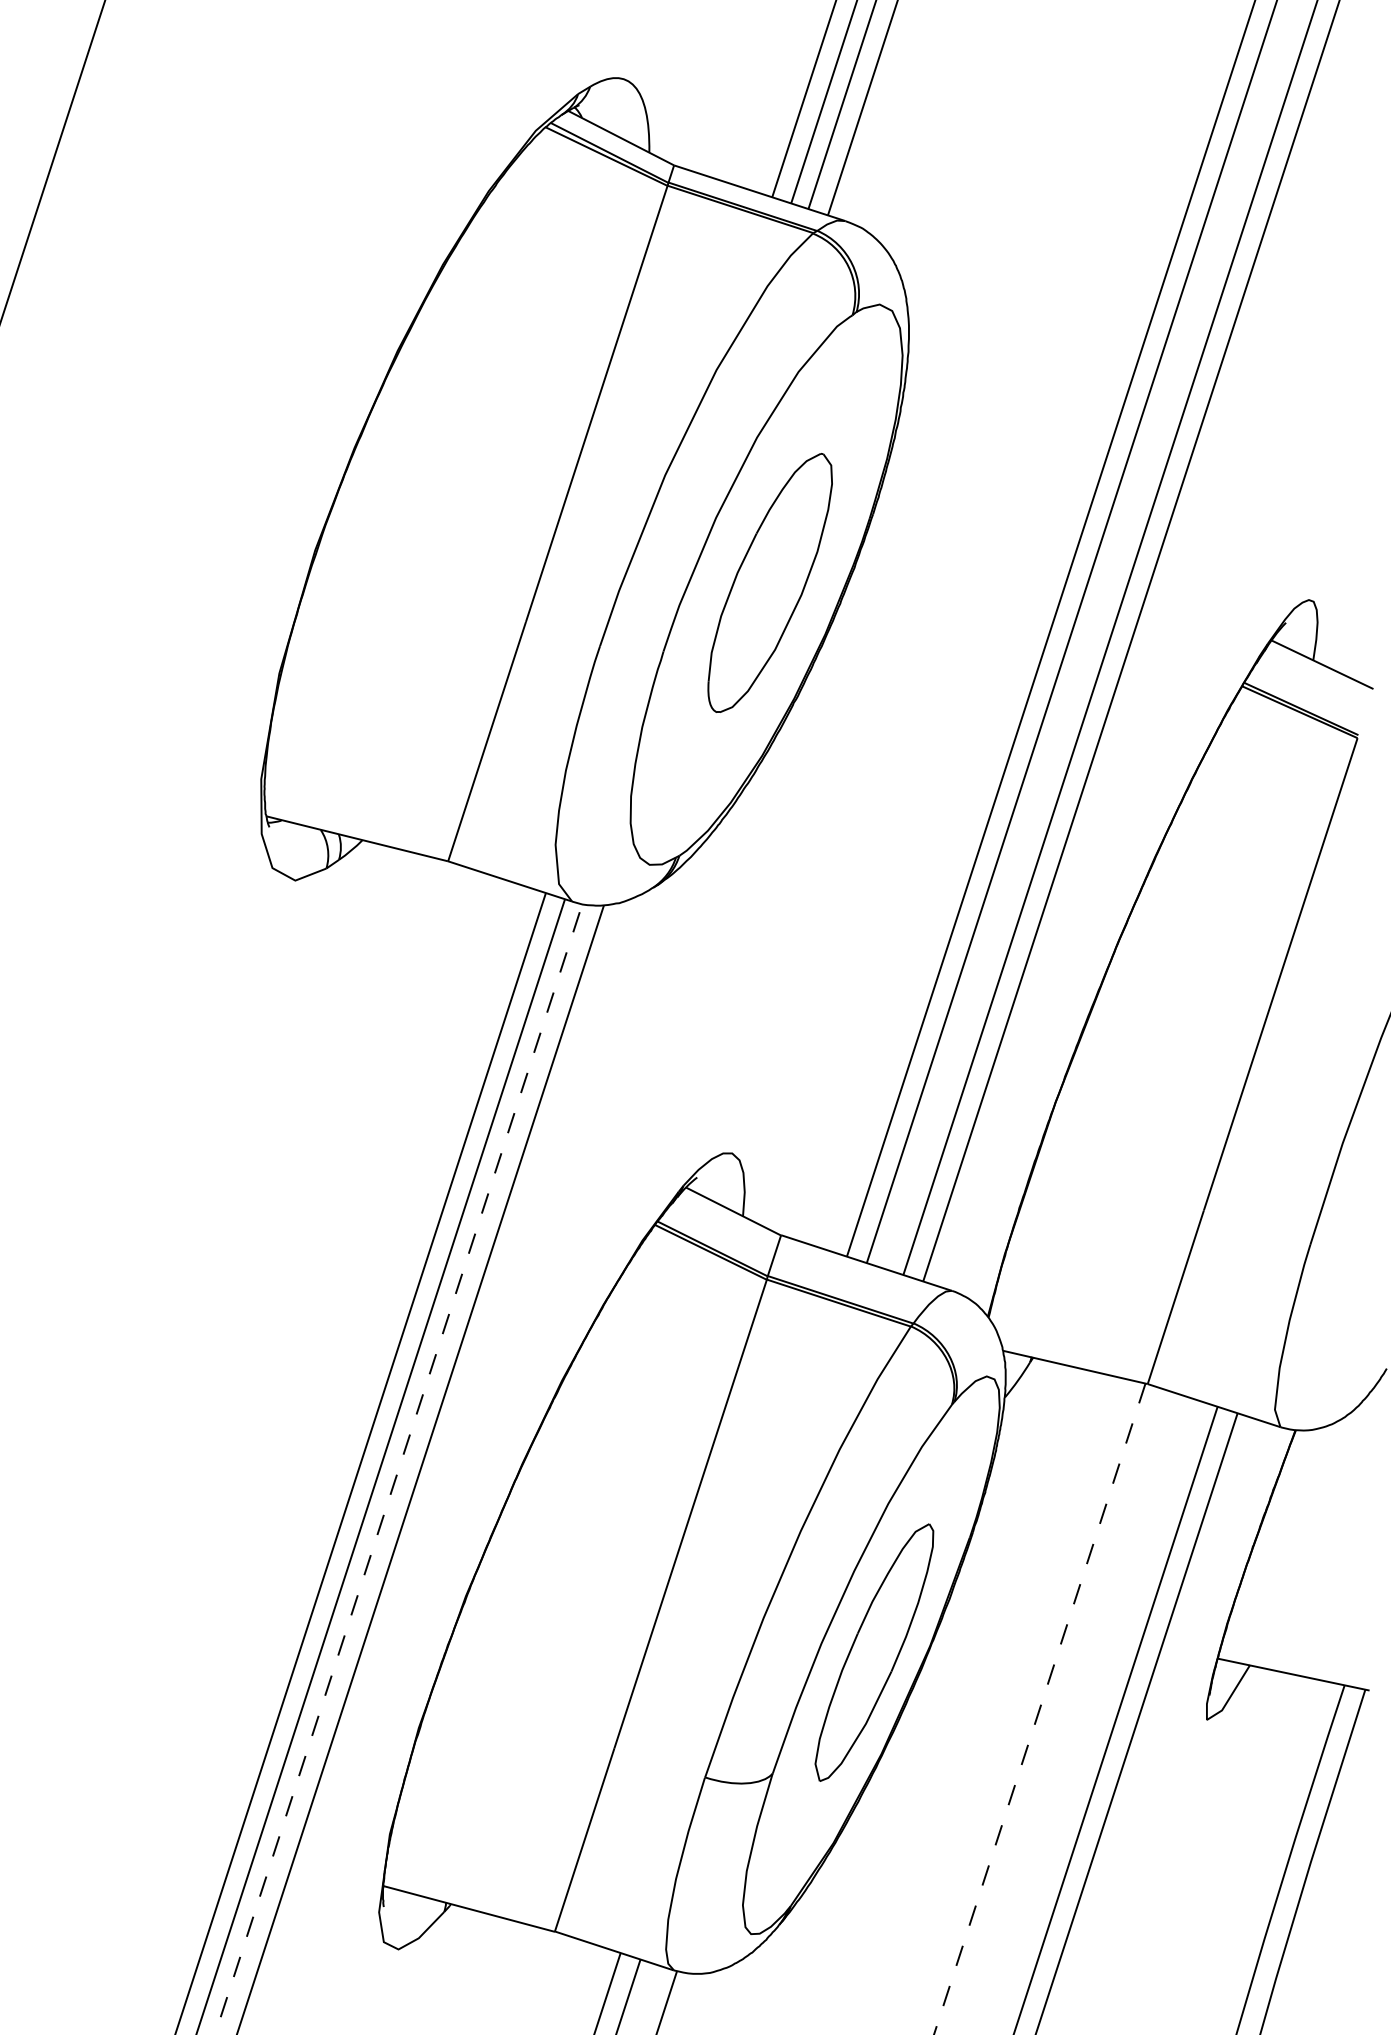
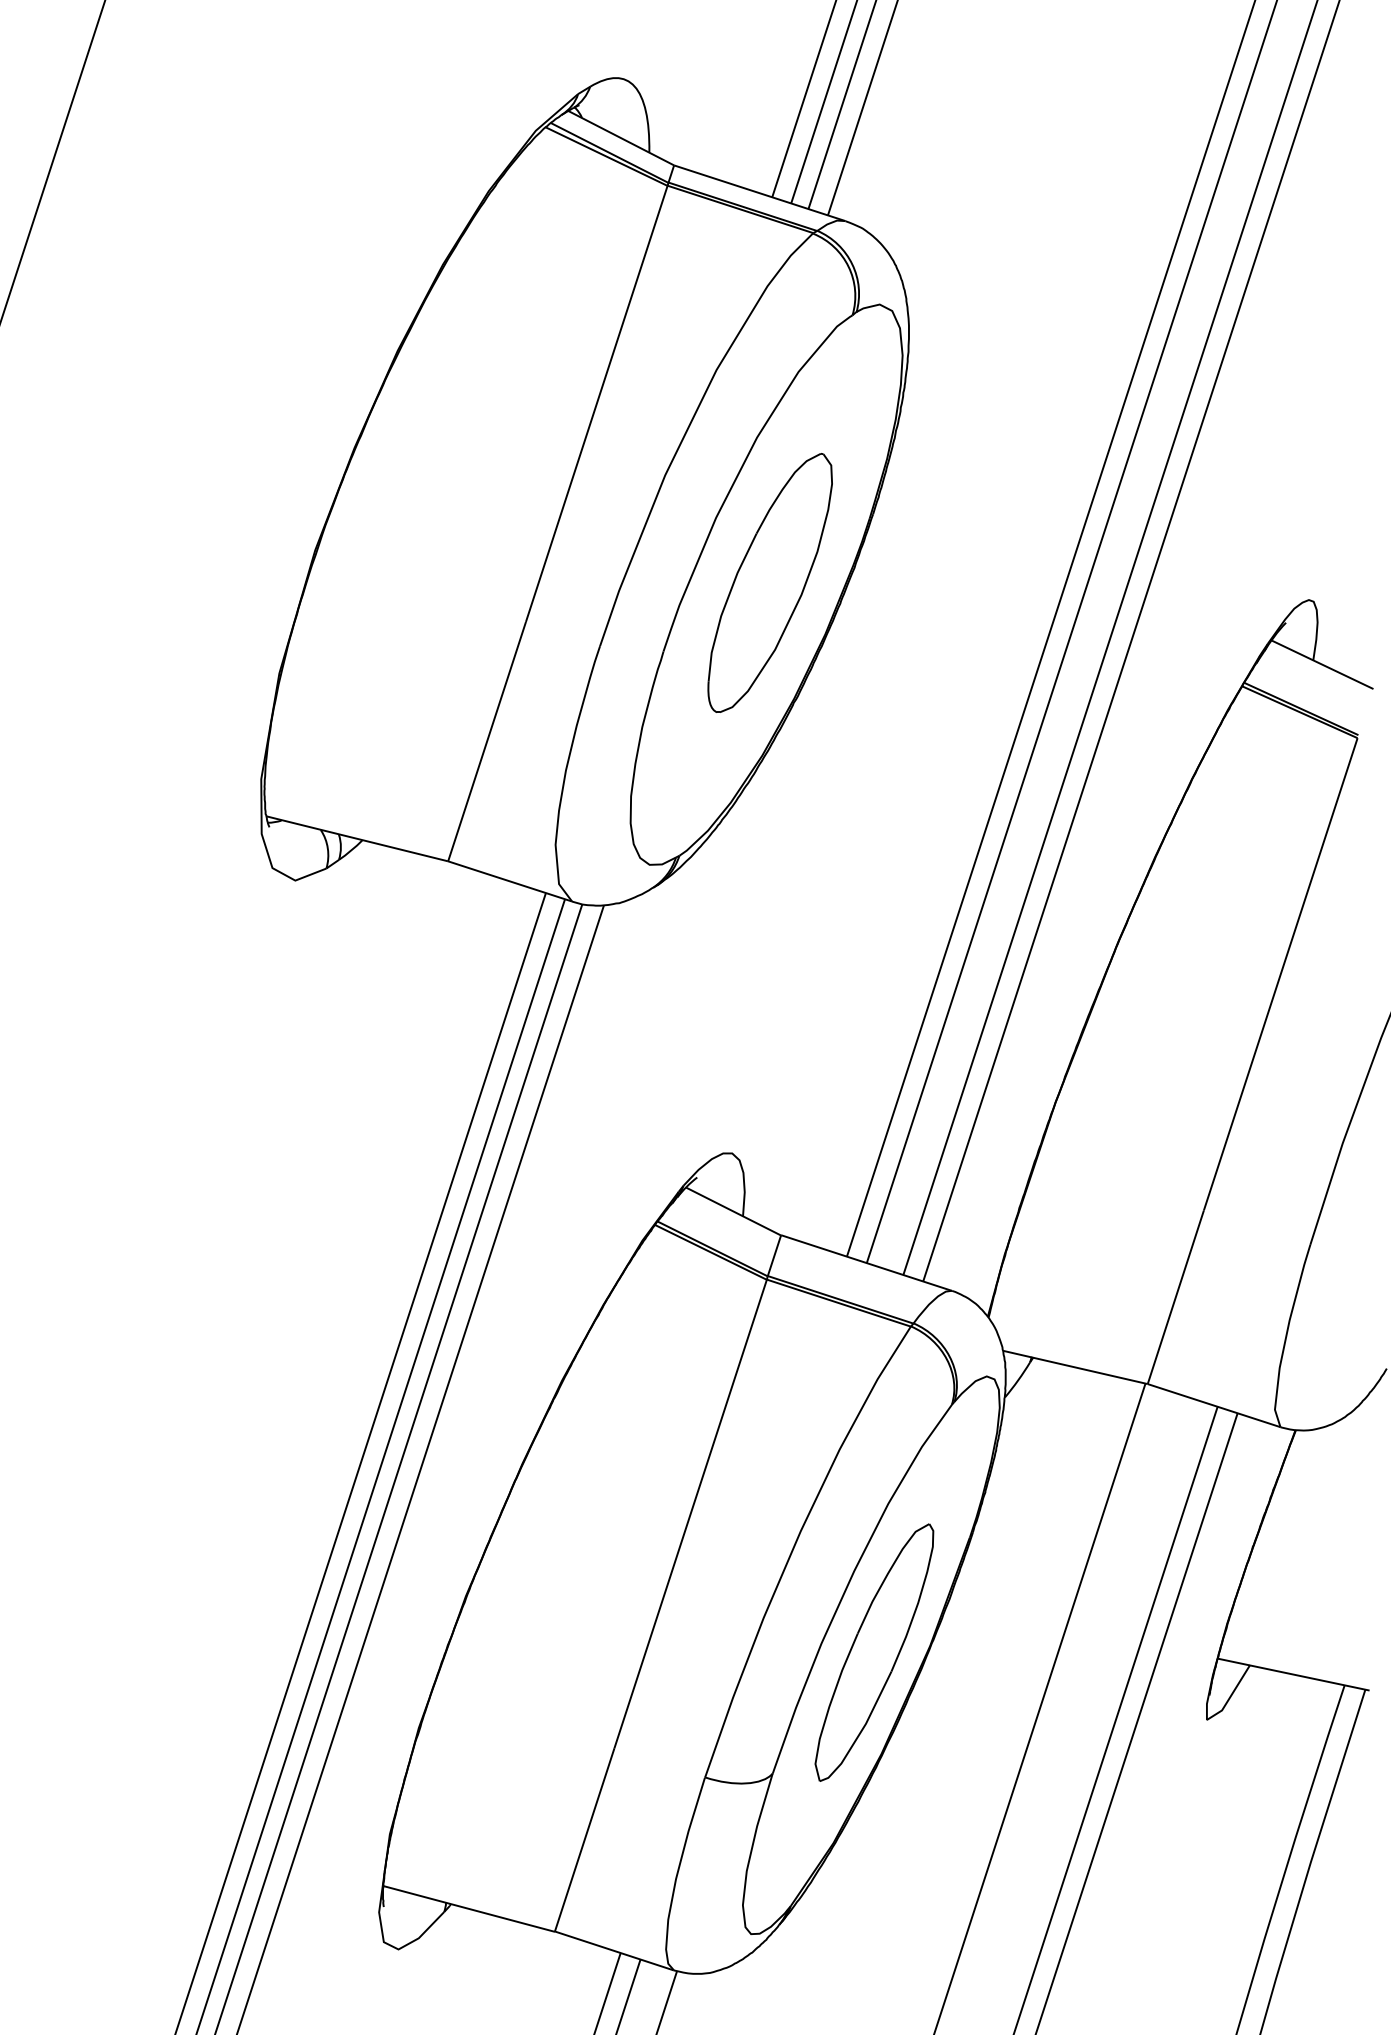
line at (398, 1469): dashed -> solid
line at (1039, 1709): dashed -> solid
